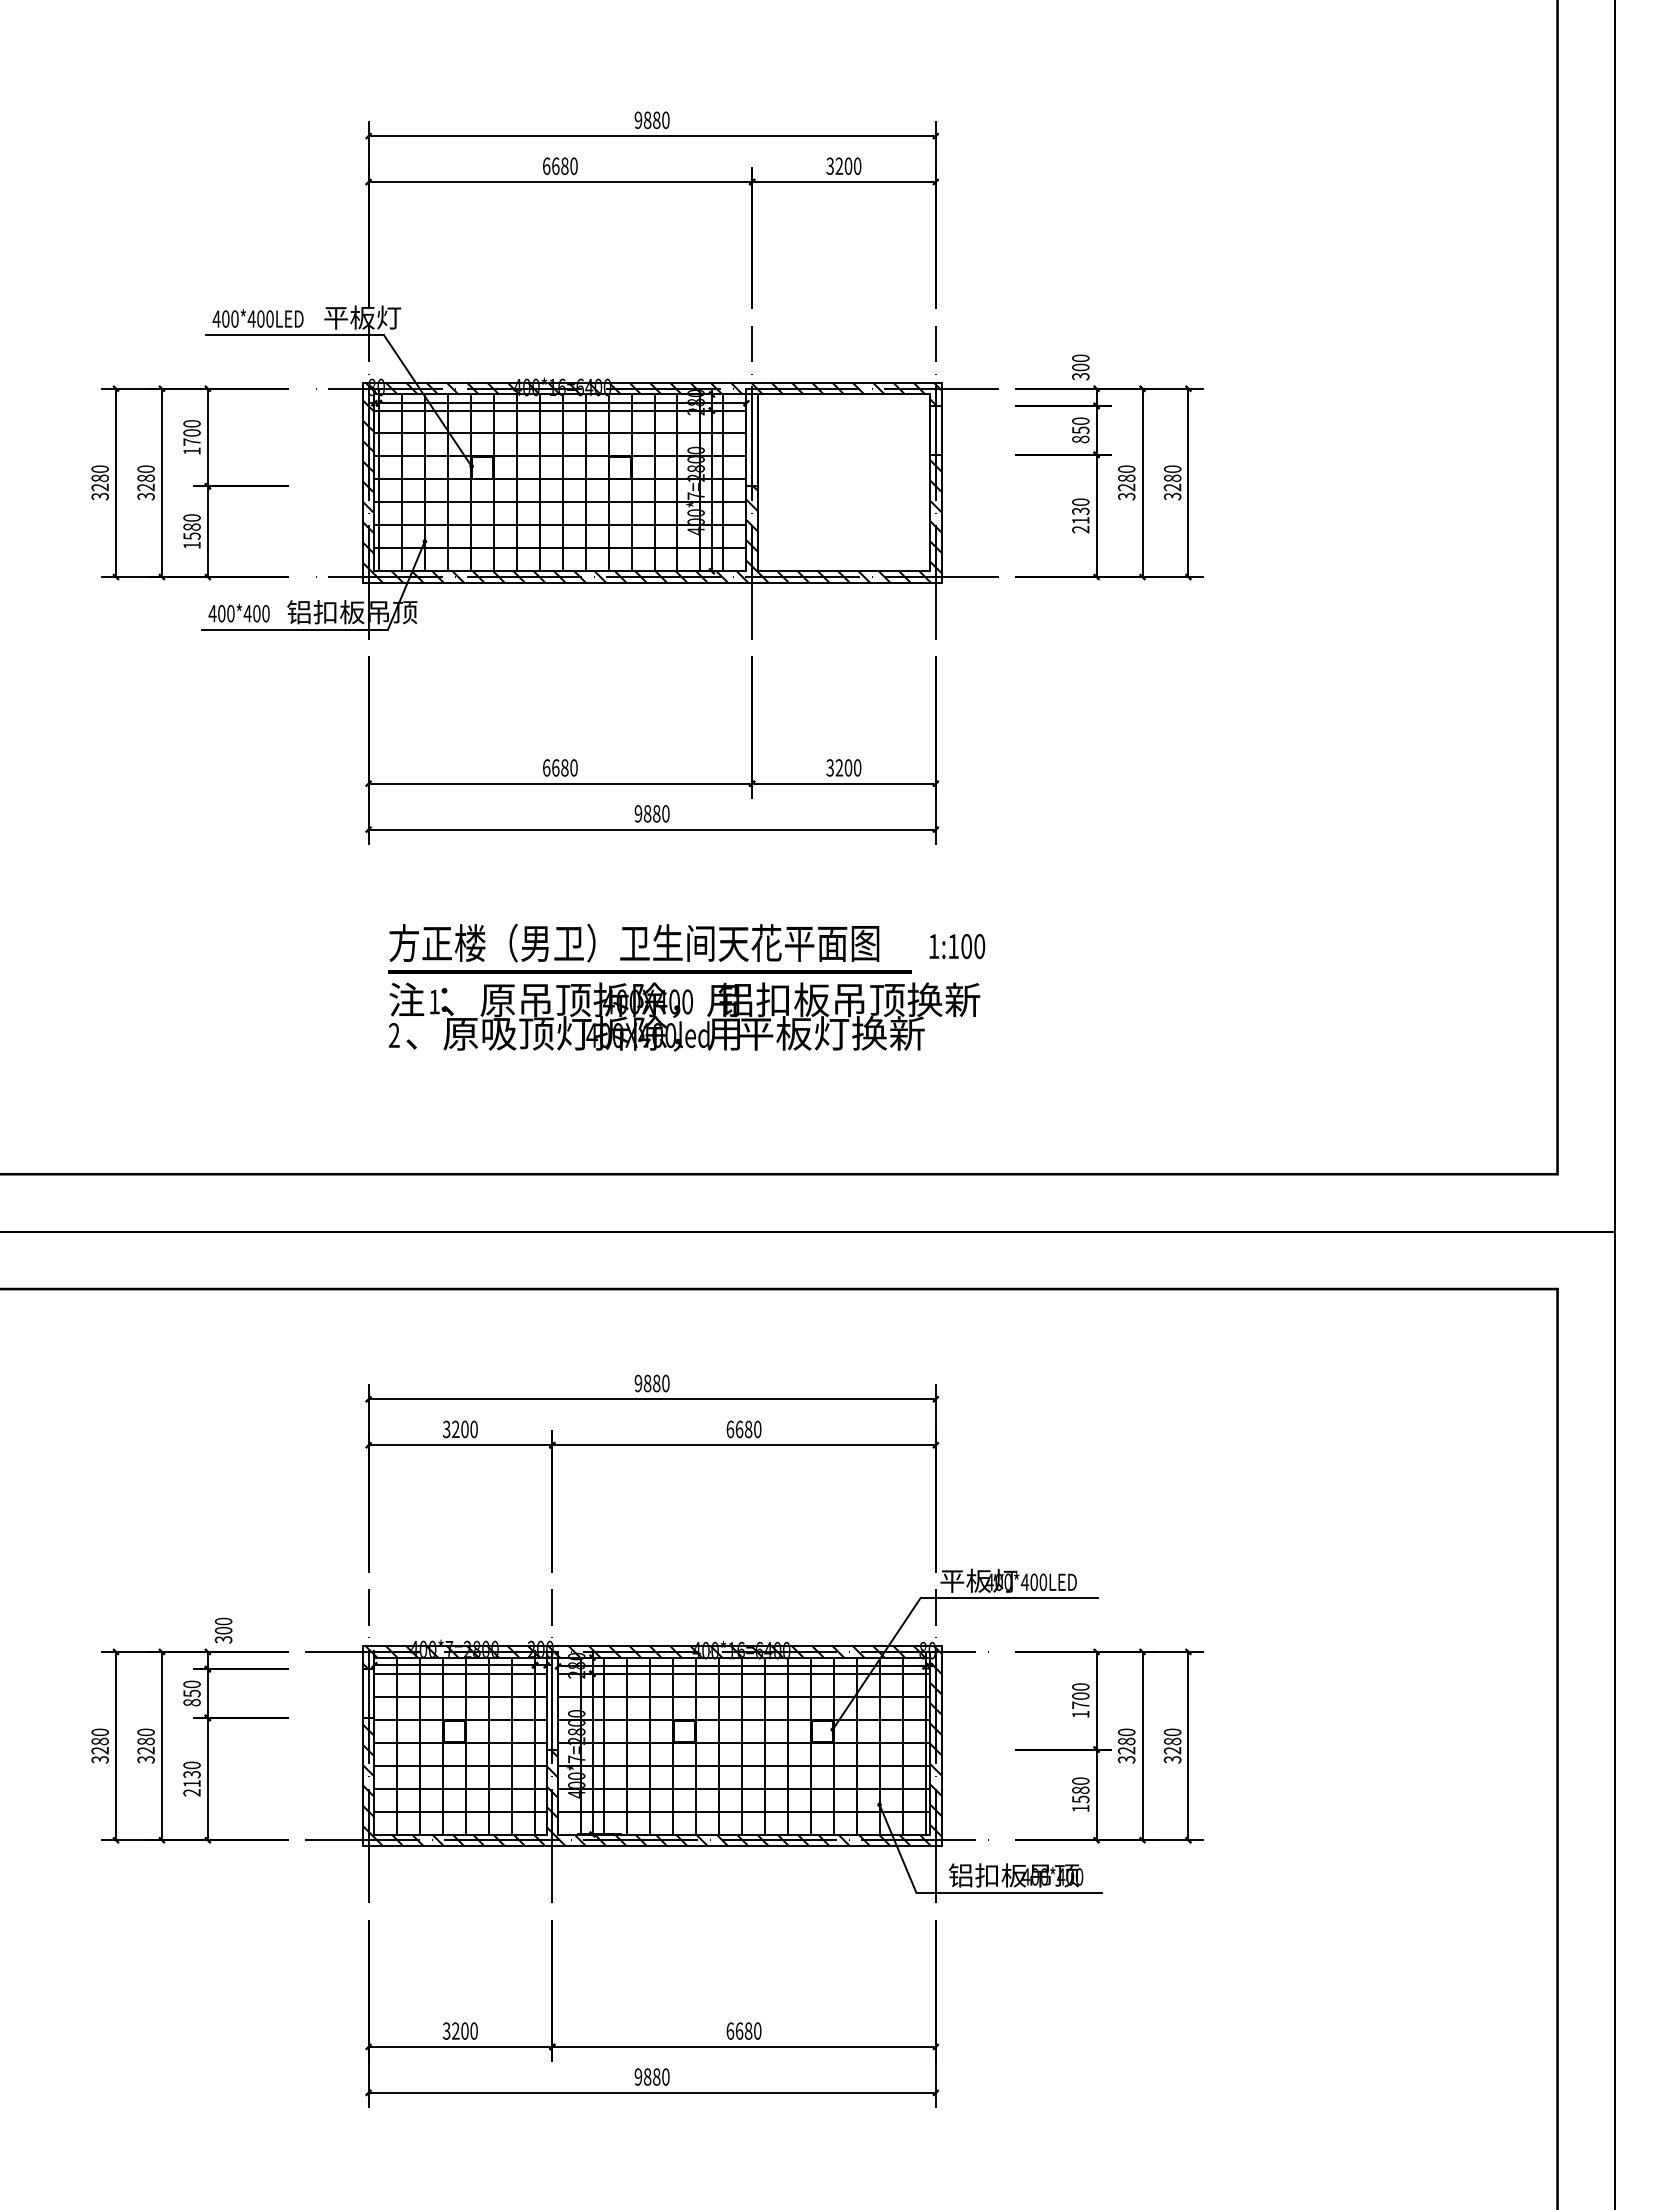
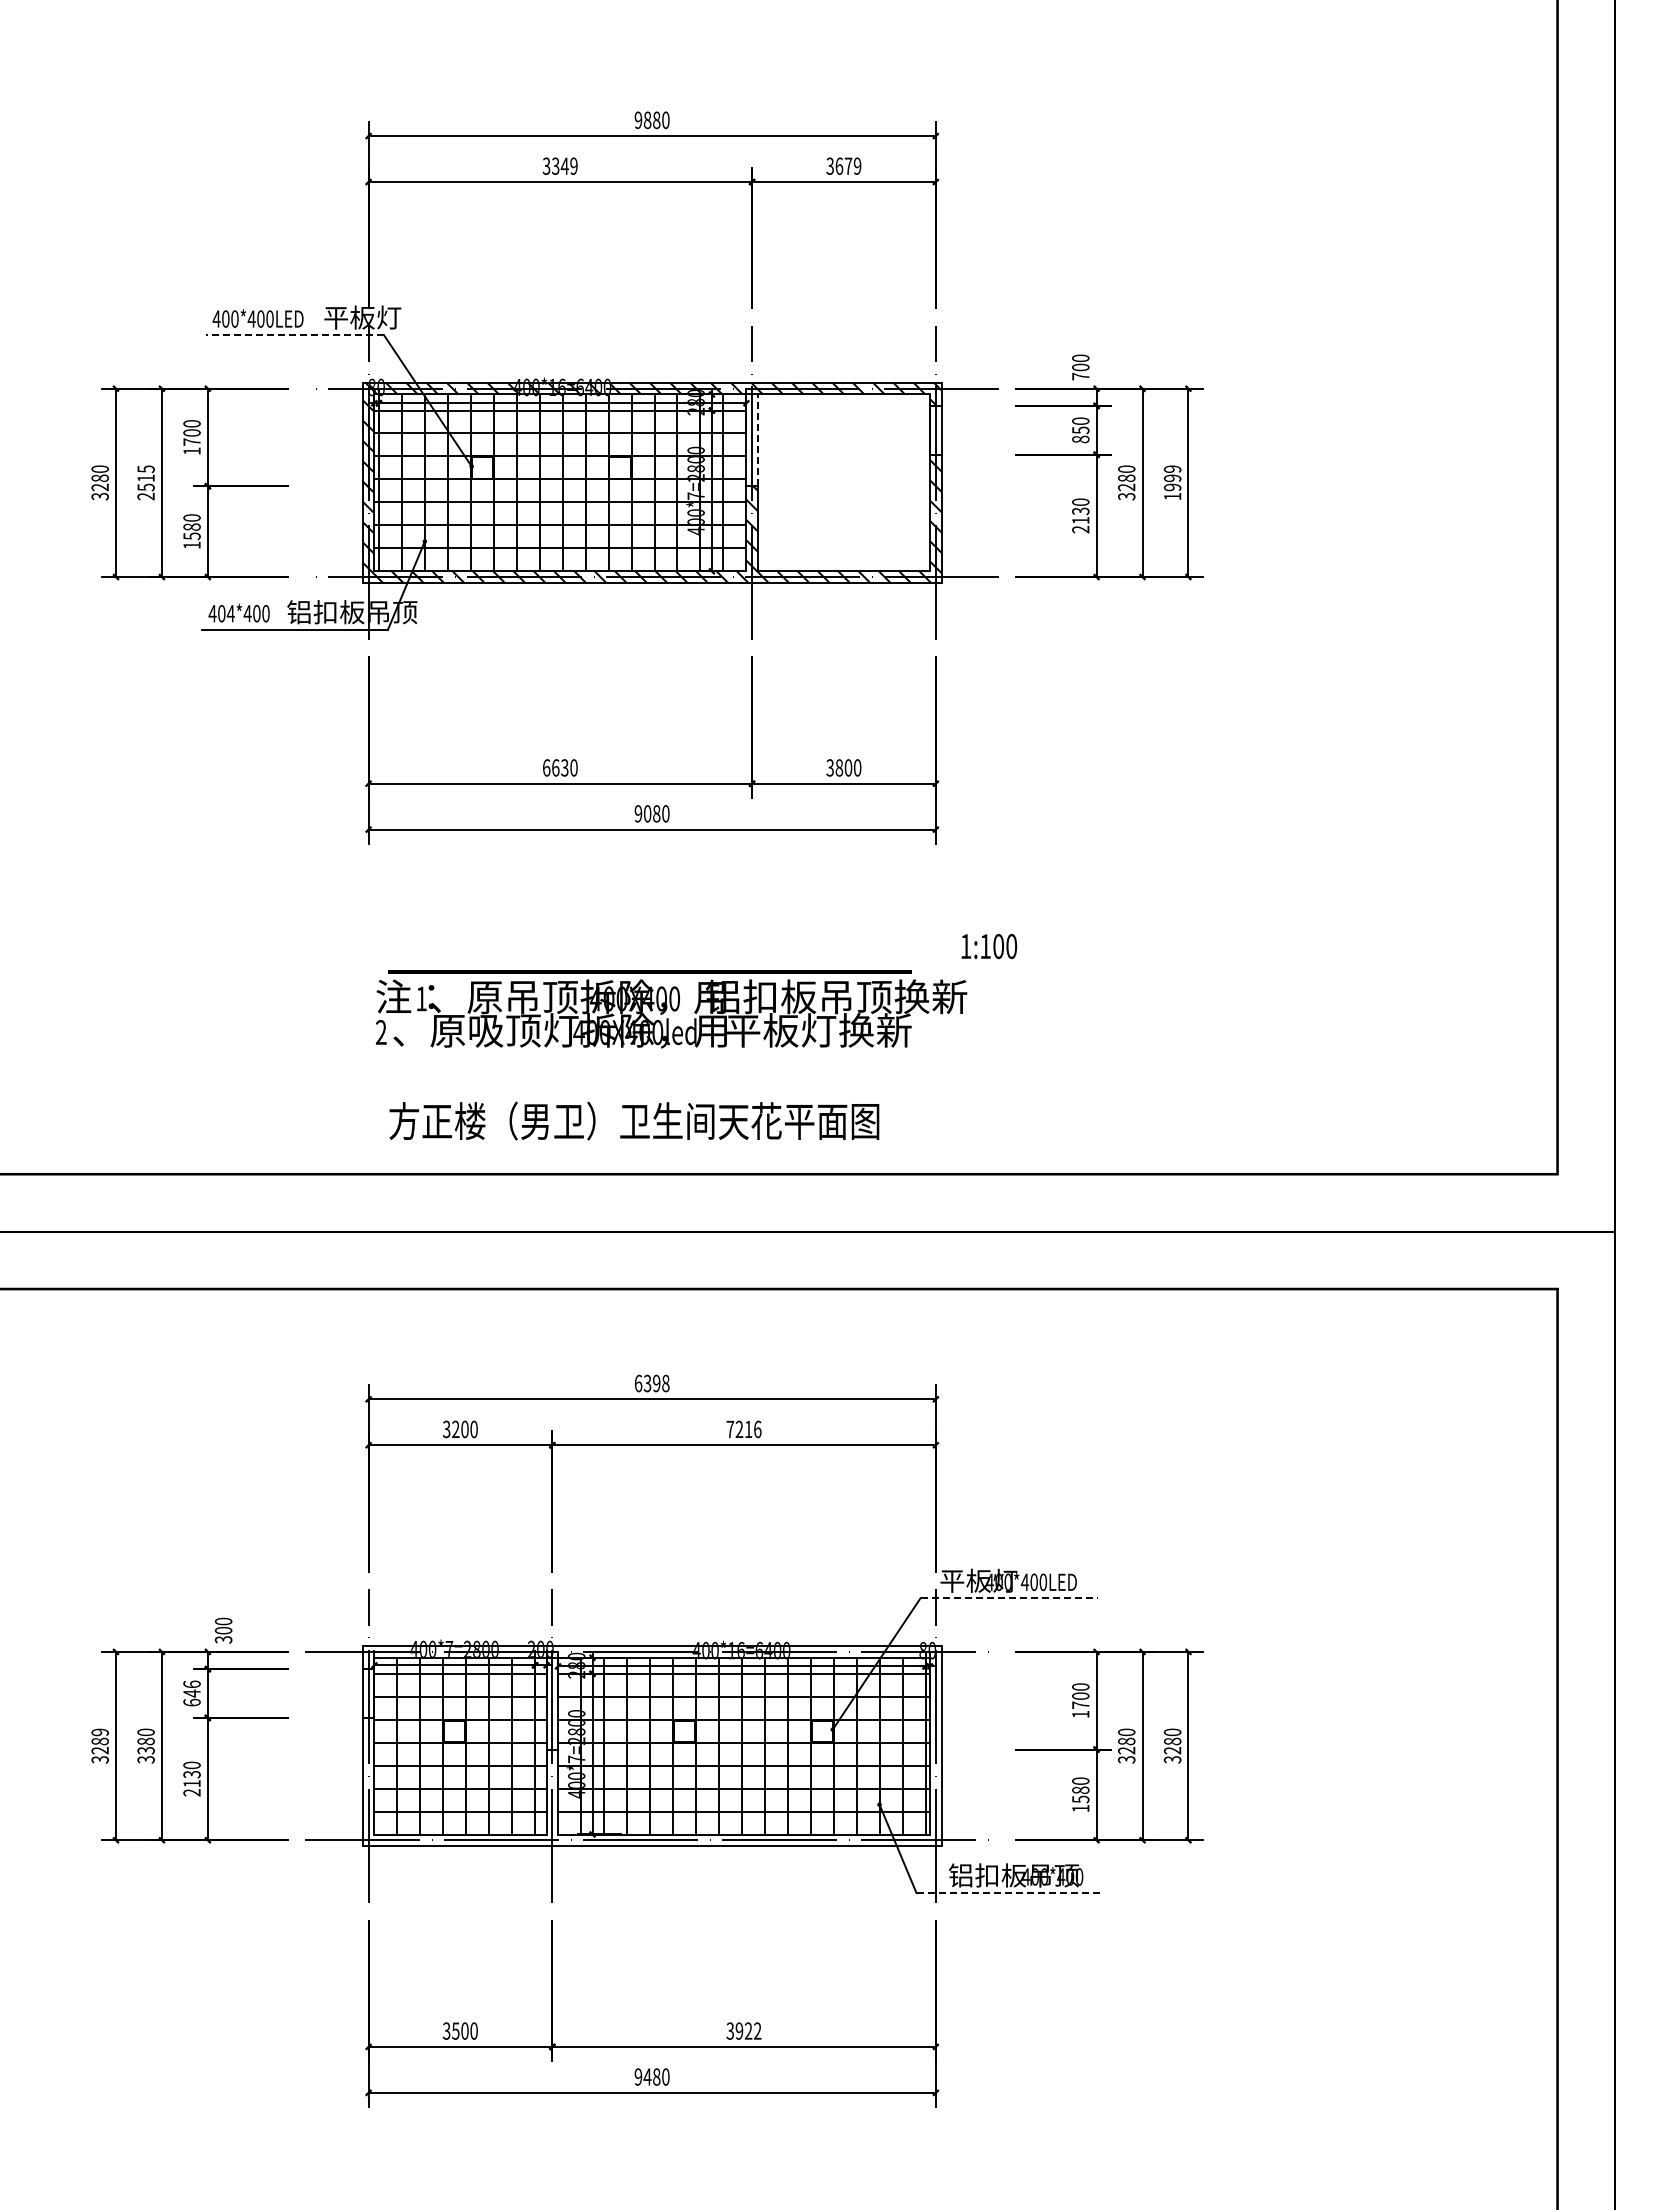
text at (559, 165): 6680 -> 3349
text at (848, 165): 3200 -> 3679
line at (295, 334): solid -> dashed
text at (1080, 376): 300 -> 700
line at (757, 440): solid -> dashed
text at (145, 482): 3280 -> 2515
text at (1172, 482): 3280 -> 1999
text at (230, 613): 400*400 -> 404*400
text at (564, 767): 6680 -> 6630
text at (839, 767): 3200 -> 3800
text at (647, 813): 9880 -> 9080
text at (634, 942) position: (634, 942) -> (634, 1120)
text at (957, 946) position: (957, 946) -> (989, 946)
text at (684, 1016) position: (684, 1016) -> (671, 1013)
text at (651, 1383): 9880 -> 6398
text at (743, 1429): 6680 -> 7216
line at (1009, 1598): solid -> dashed
text at (191, 1693): 850 -> 646
text at (99, 1732): 3280 -> 3289
hatch at (651, 1746): present -> none
text at (146, 1750): 3280 -> 3380
line at (1009, 1893): solid -> dashed
text at (455, 2030): 3200 -> 3500
text at (743, 2030): 6680 -> 3922
text at (647, 2076): 9880 -> 9480
